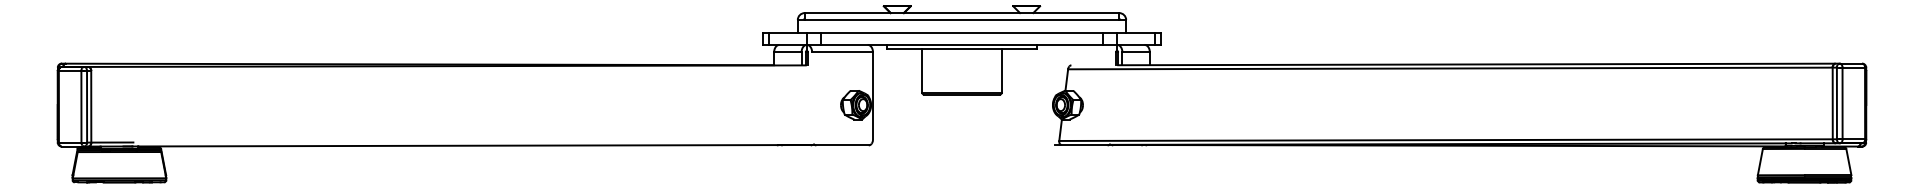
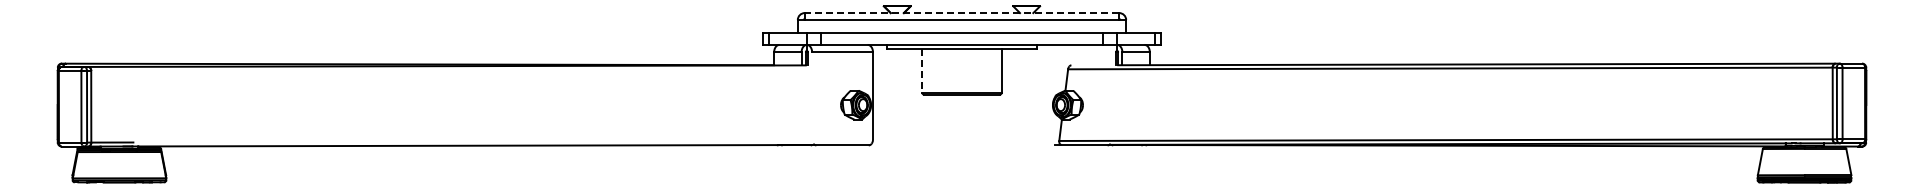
line at (961, 13): solid -> dashed
line at (922, 70): solid -> dashed
